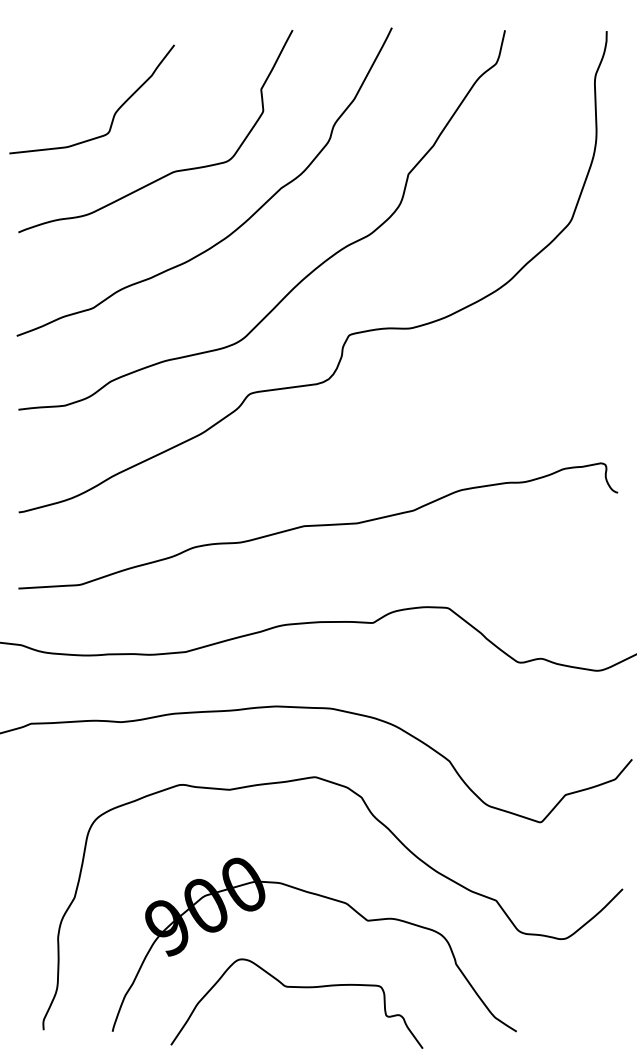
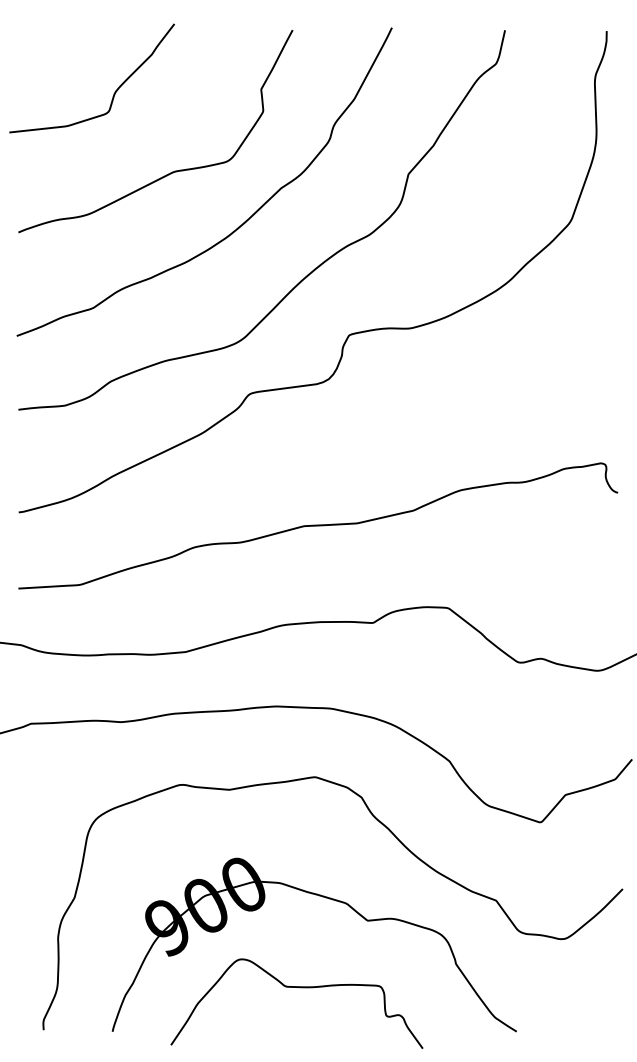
curve at (114, 112) position: (114, 112) -> (114, 91)
